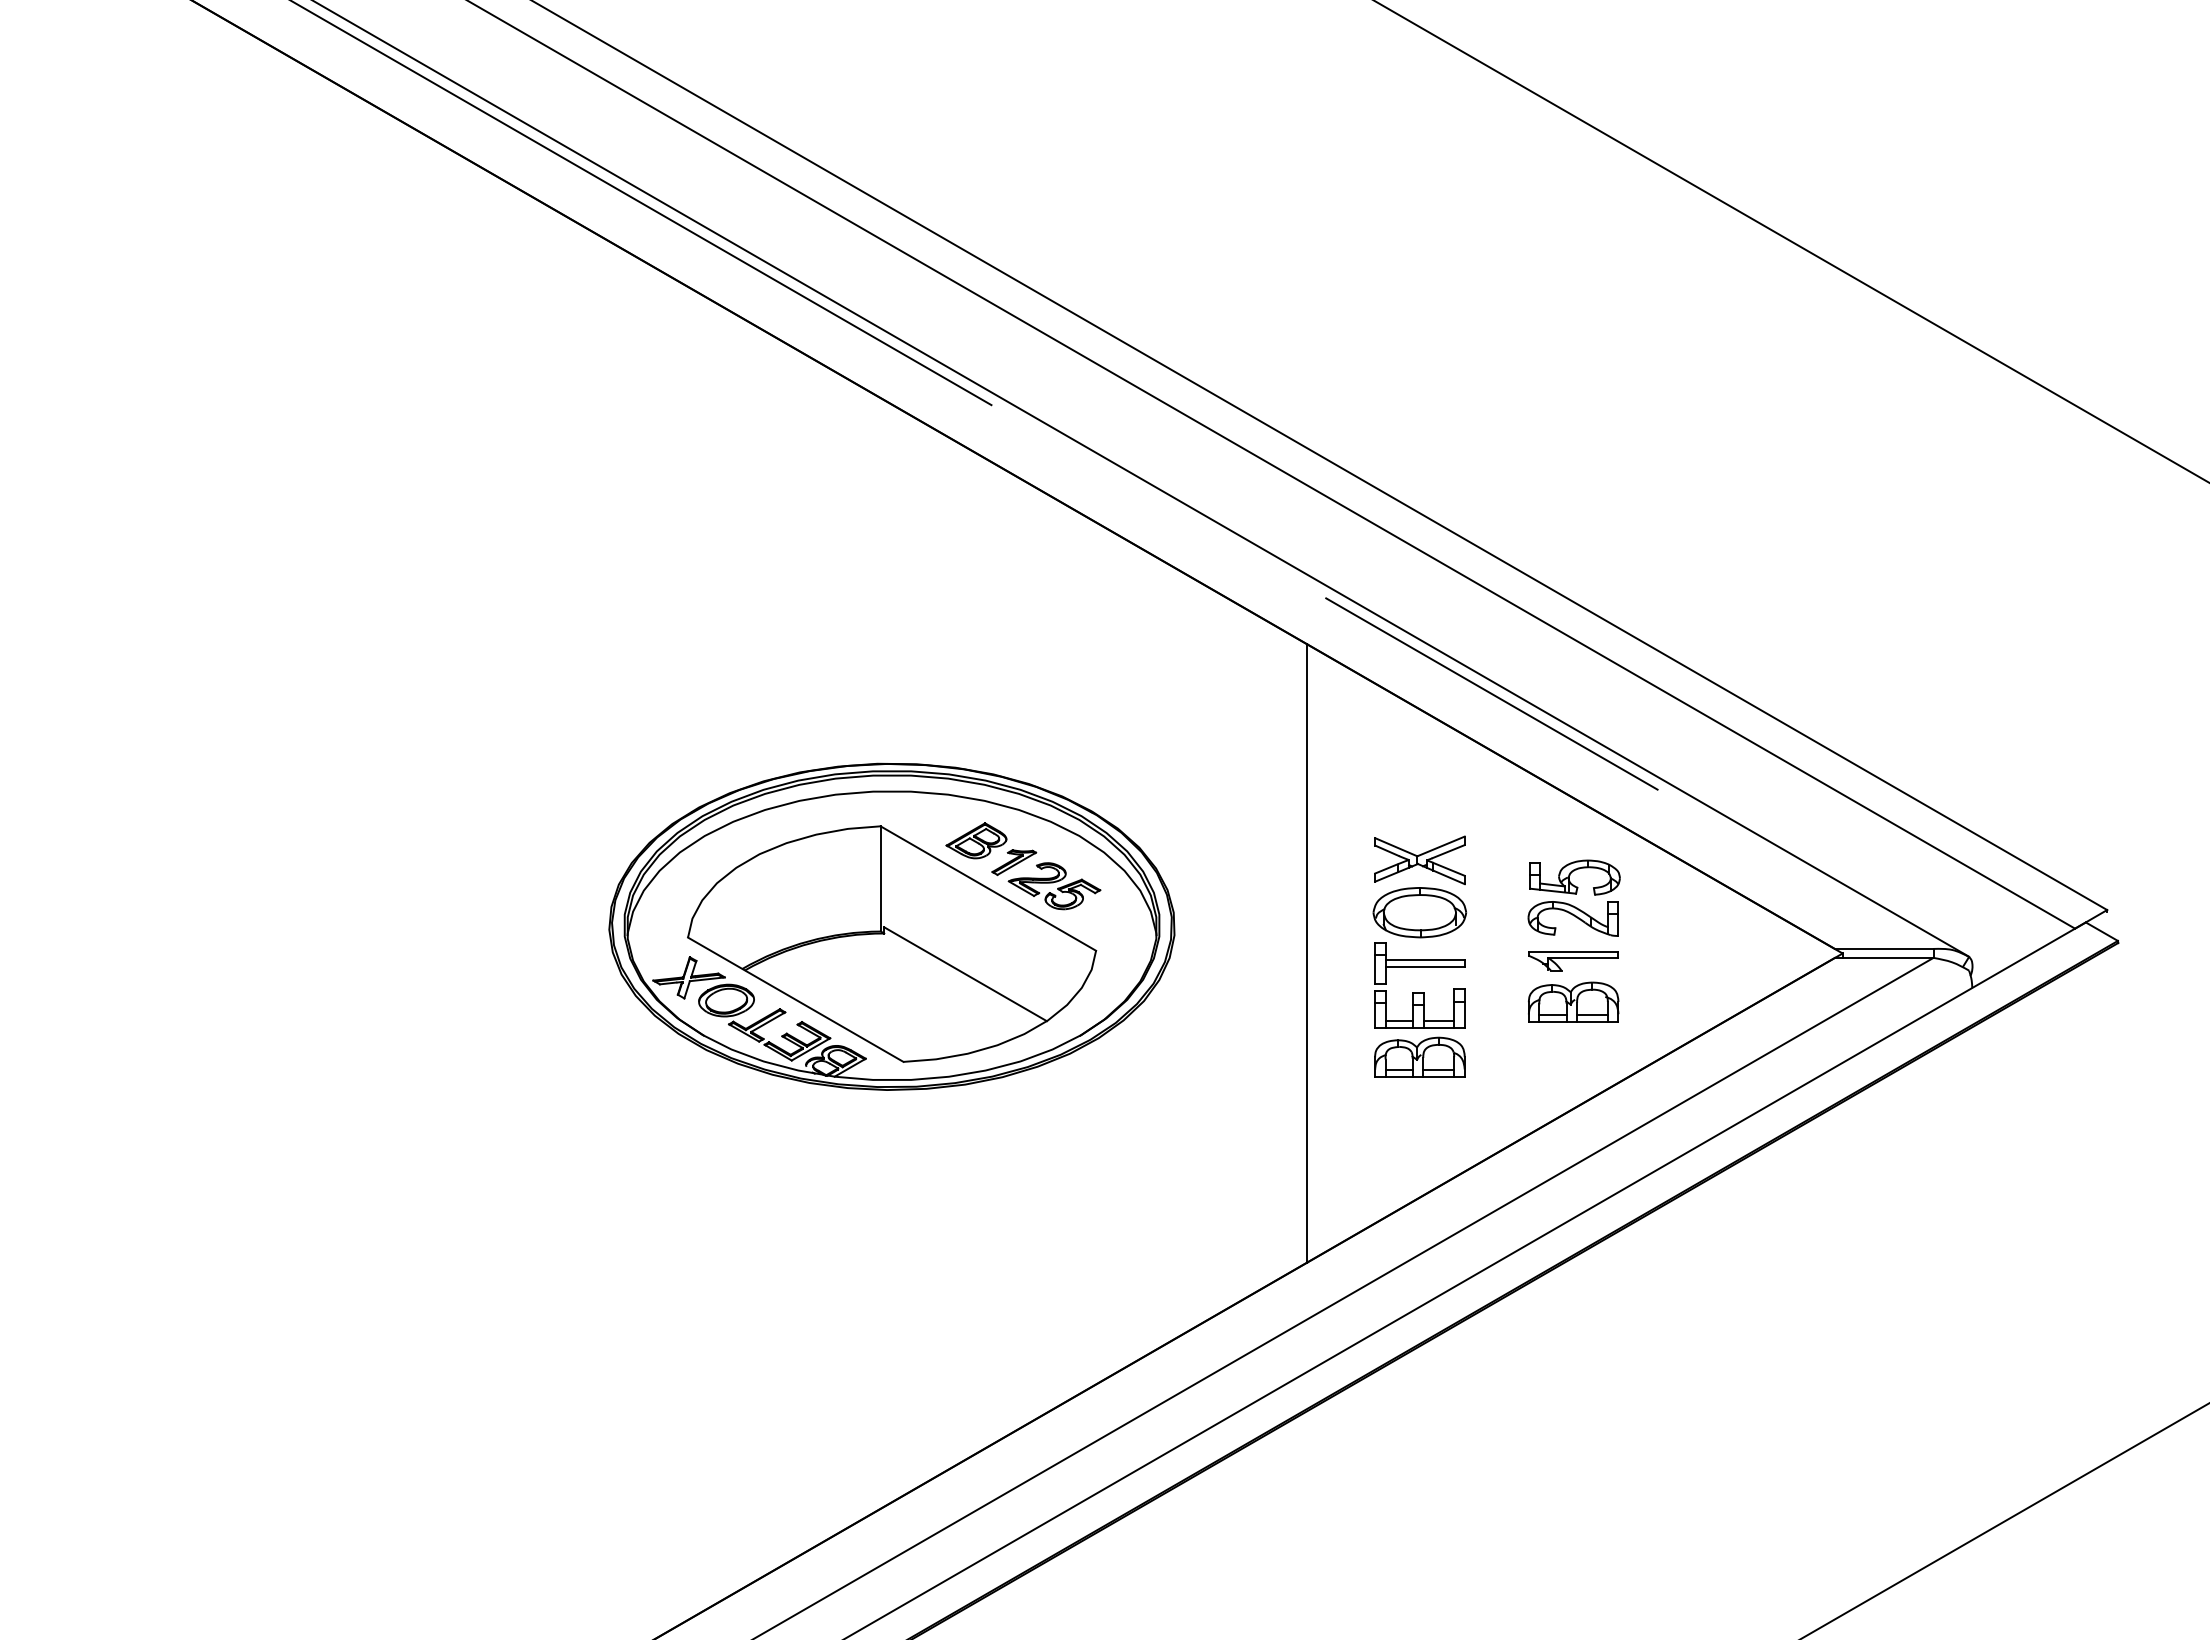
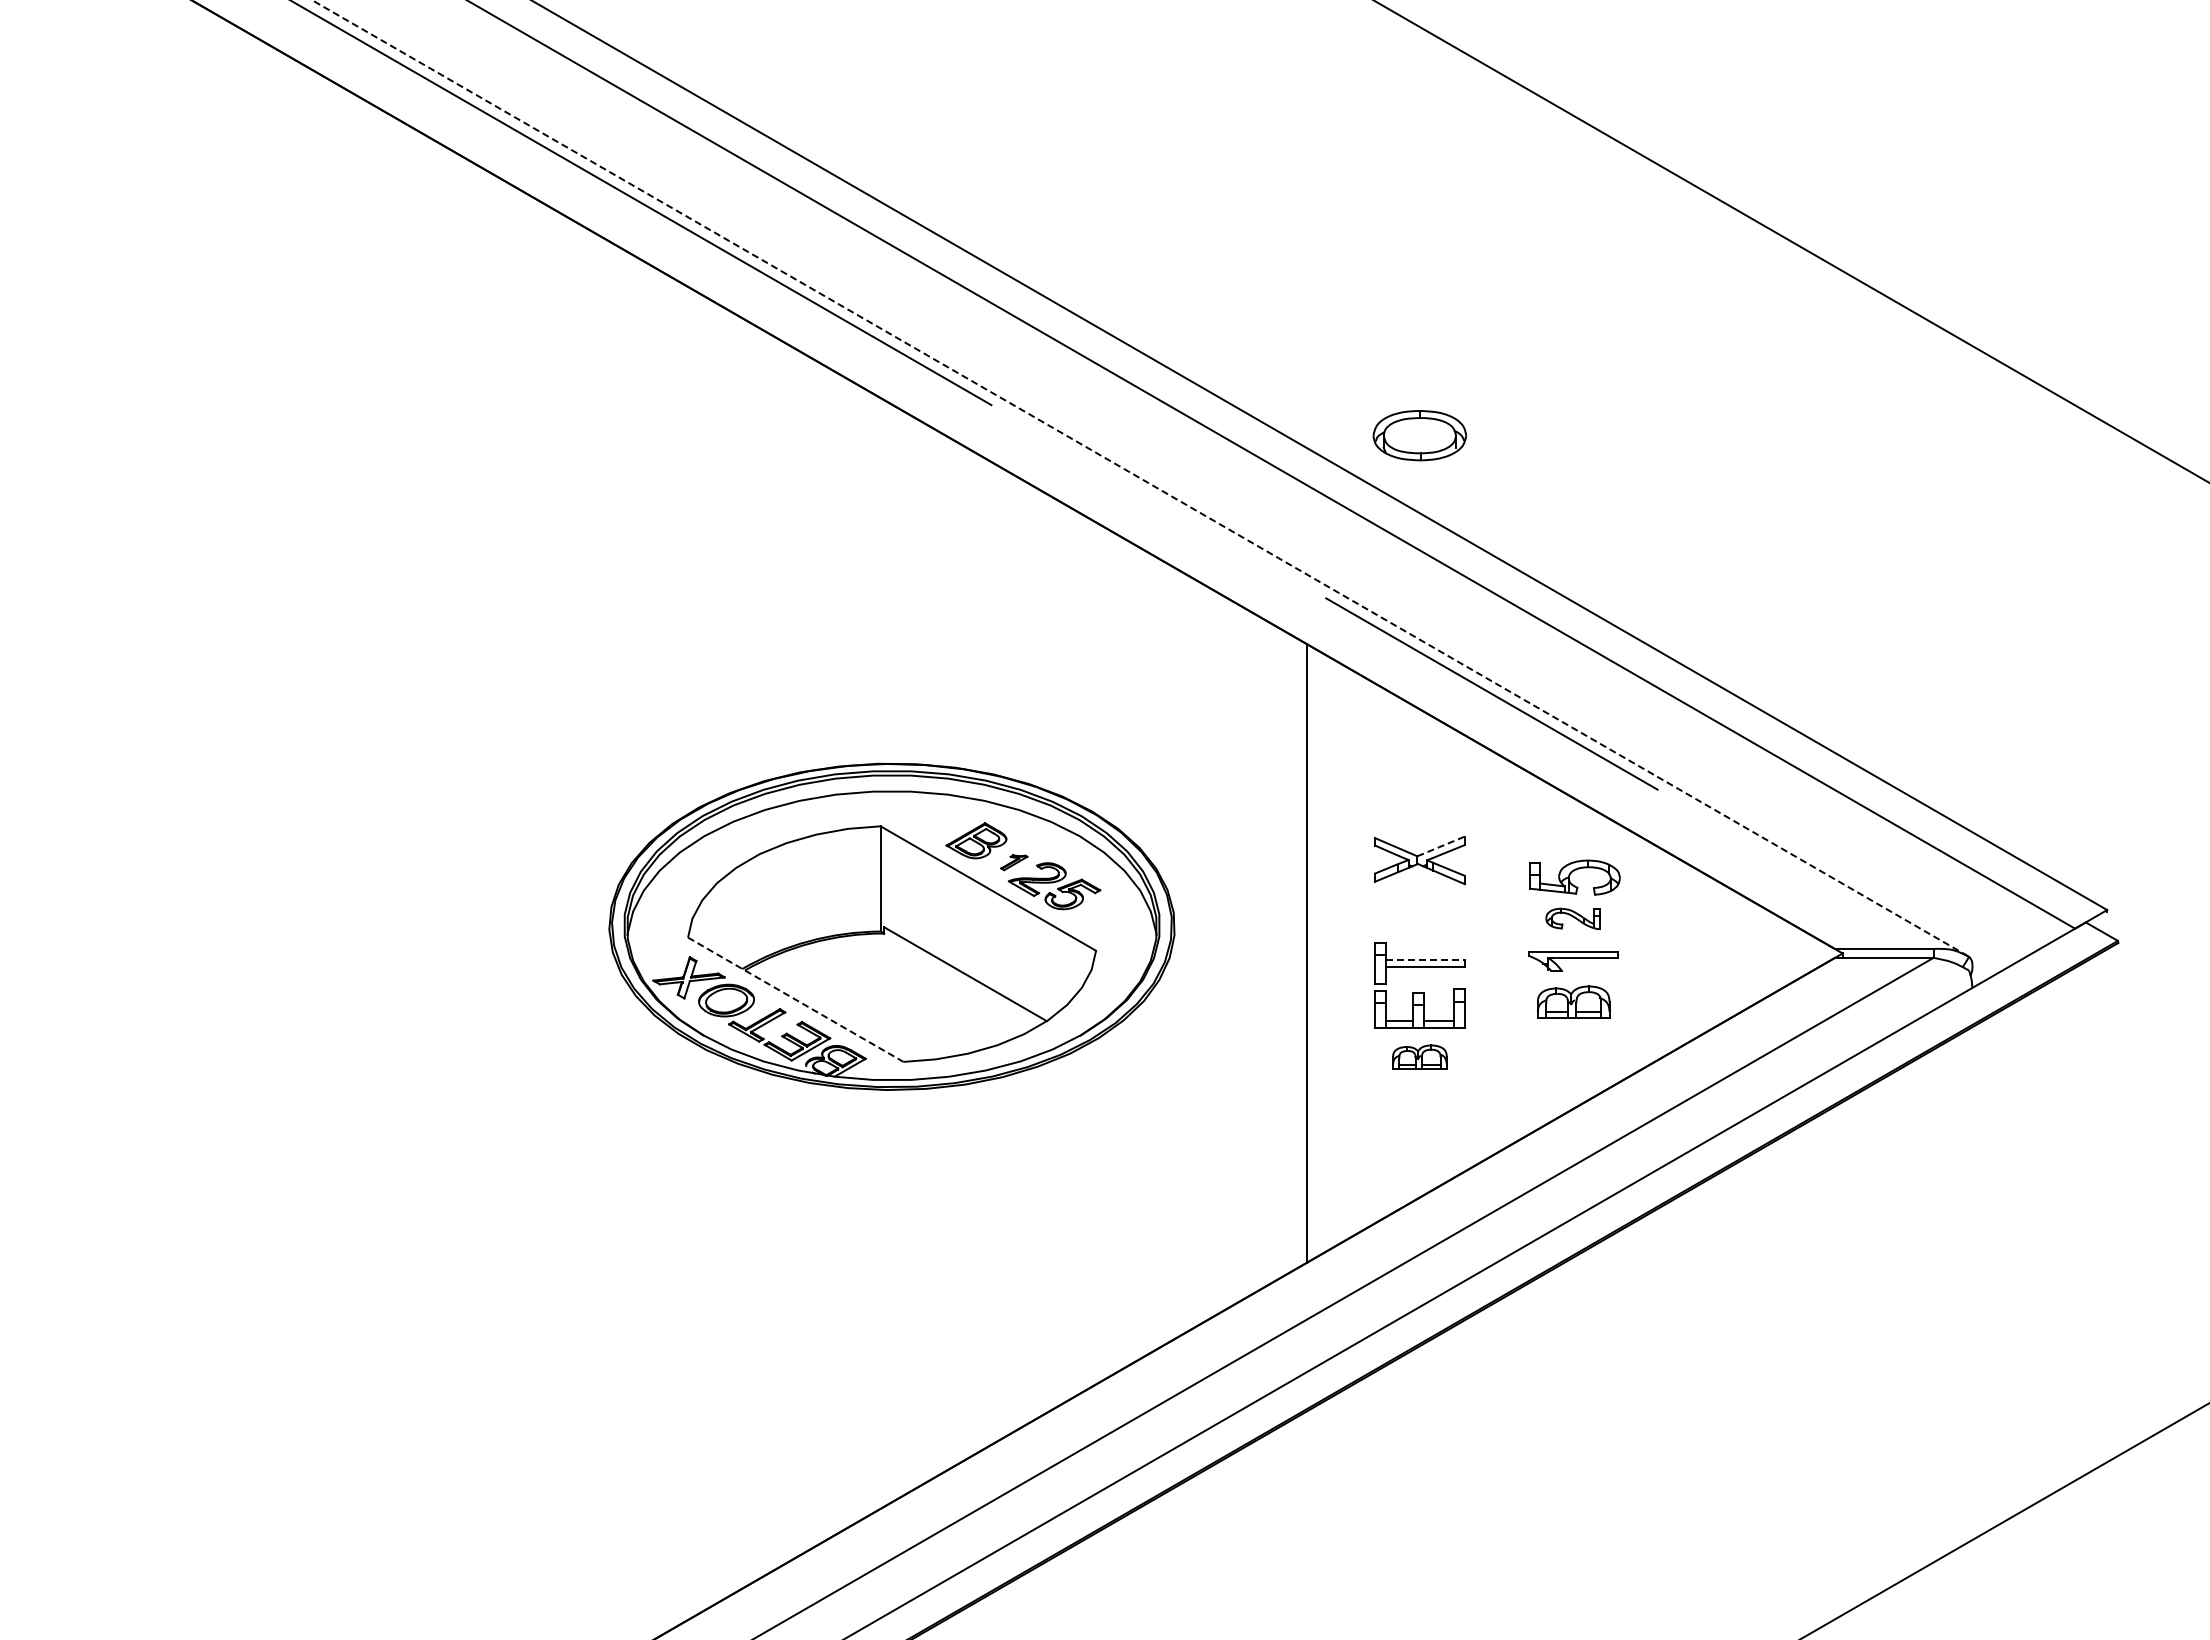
line at (1140, 478): solid -> dashed
line at (1441, 846): solid -> dashed
part at (1014, 862) size: 47x28 px -> 29x18 px
part at (1419, 912) position: (1419, 912) -> (1419, 435)
part at (1572, 918) size: 92x36 px -> 56x23 px
line at (1425, 959): solid -> dashed
line at (796, 1000): solid -> dashed
part at (1573, 1001) size: 92x42 px -> 74x34 px
part at (1419, 1056) size: 92x42 px -> 56x26 px
